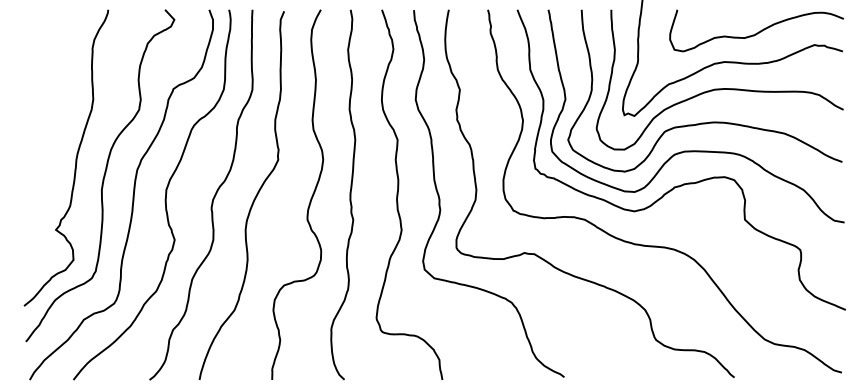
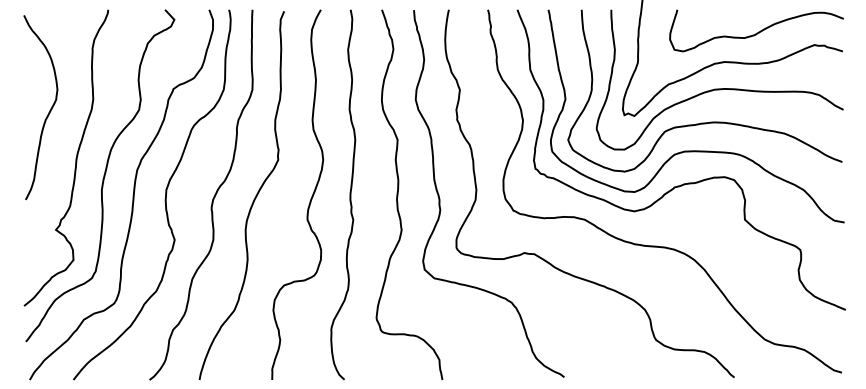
curve at (48, 112): none -> present
